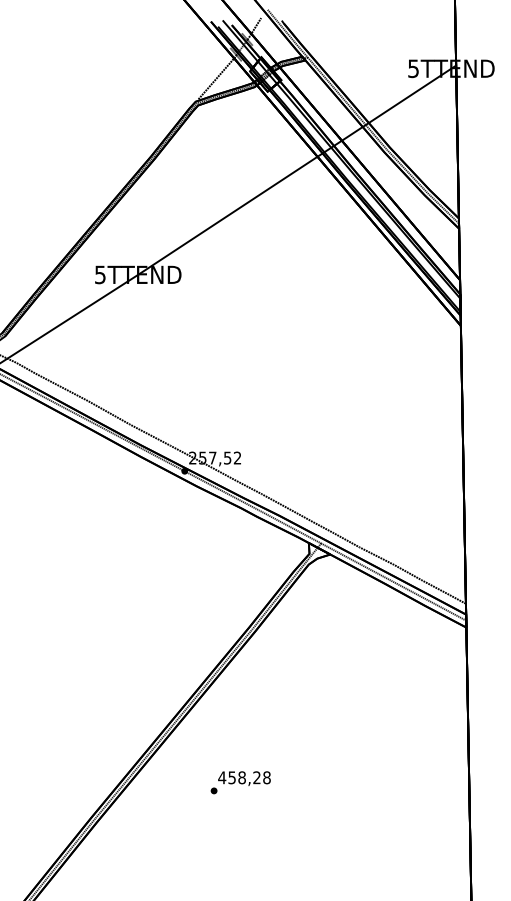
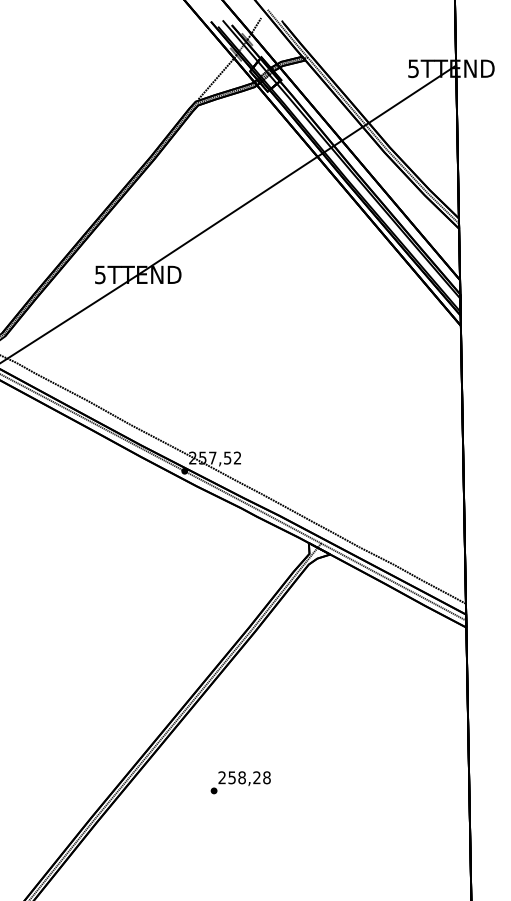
text at (222, 777): 458,28 -> 258,28
